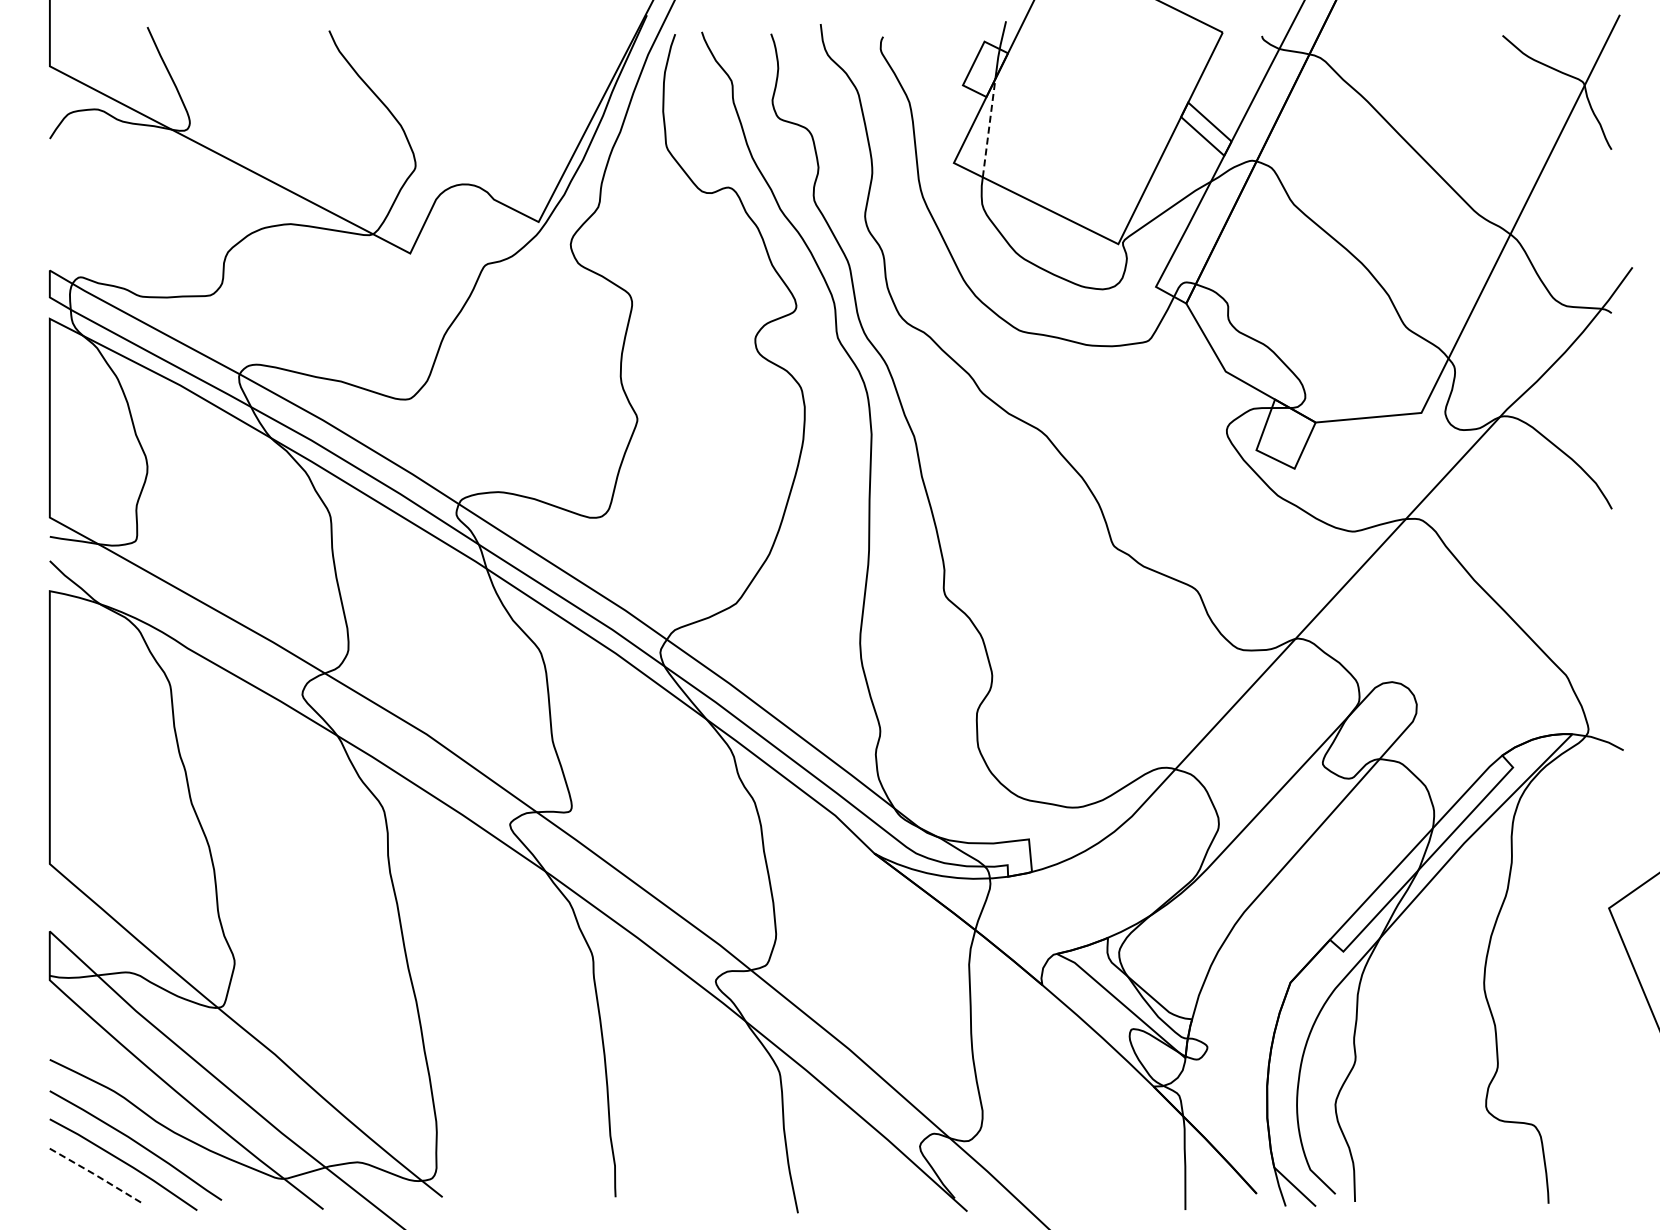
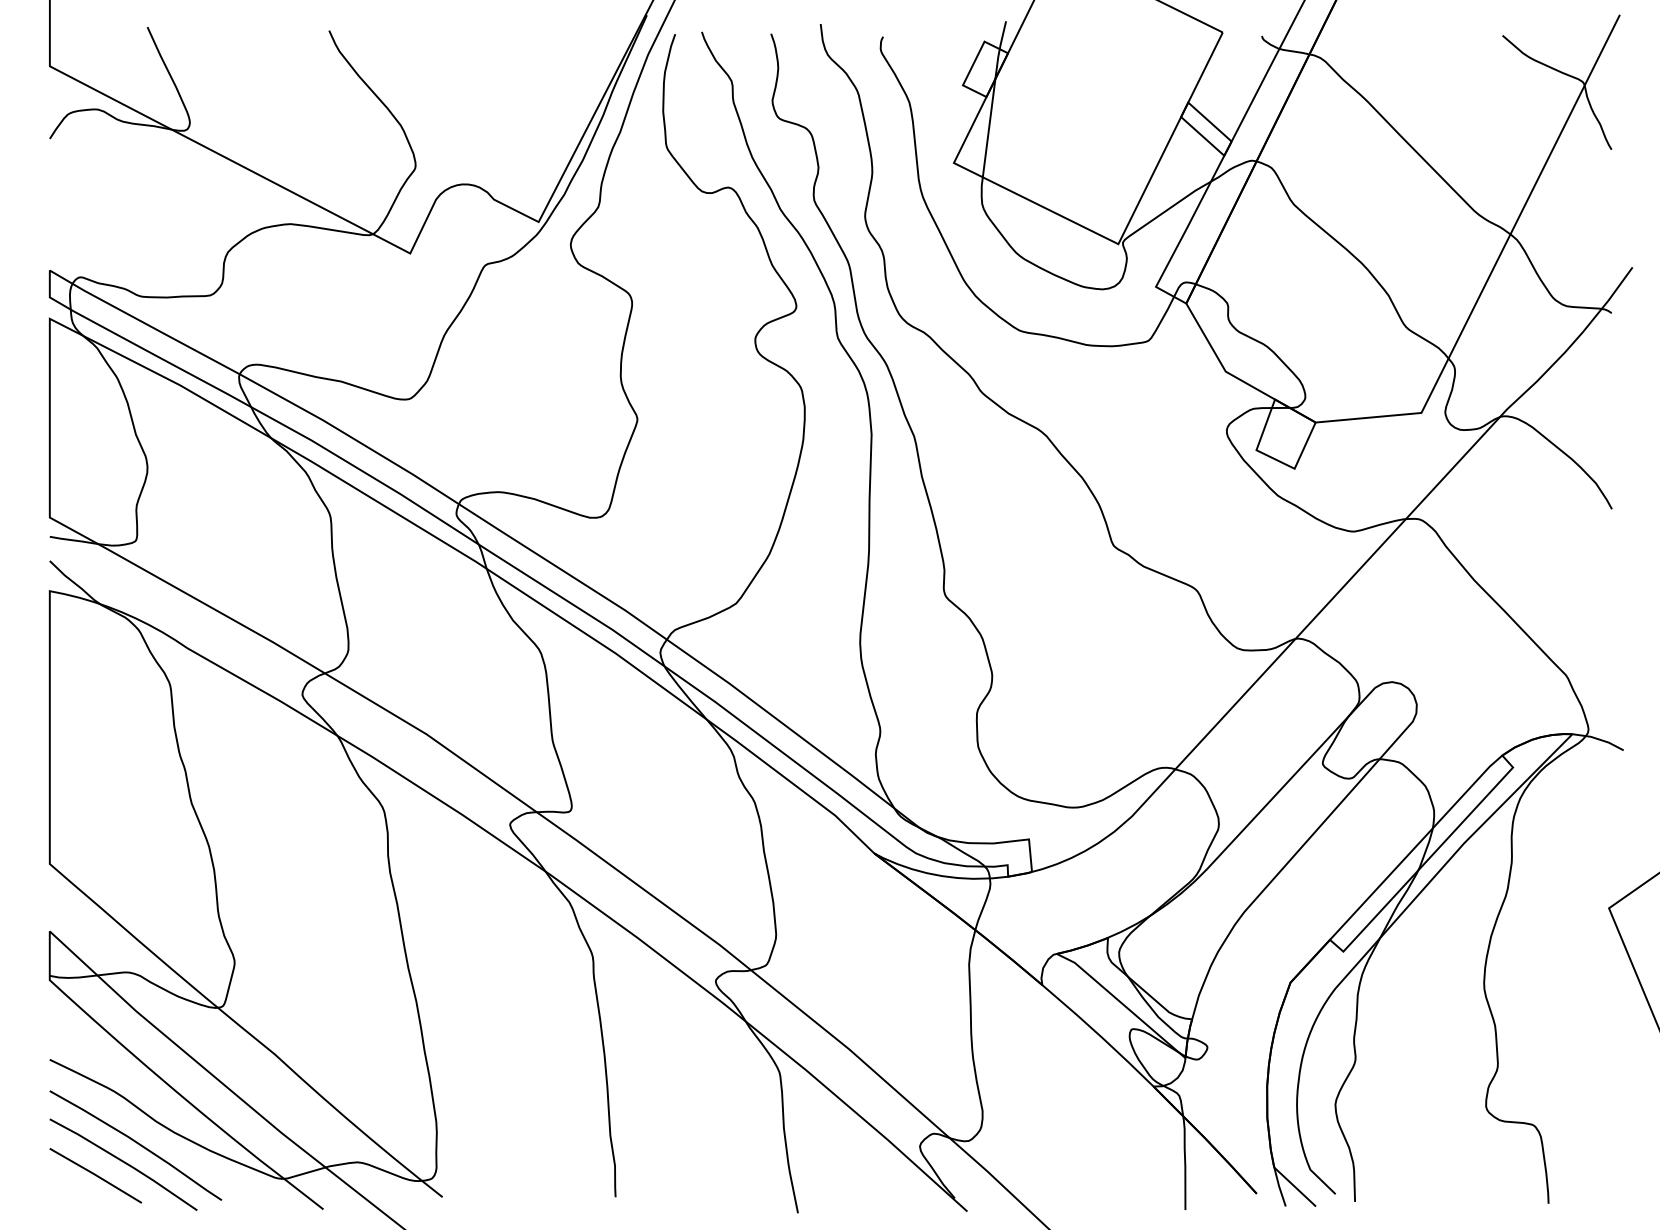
line at (989, 128): dashed -> solid
line at (96, 1175): dashed -> solid
